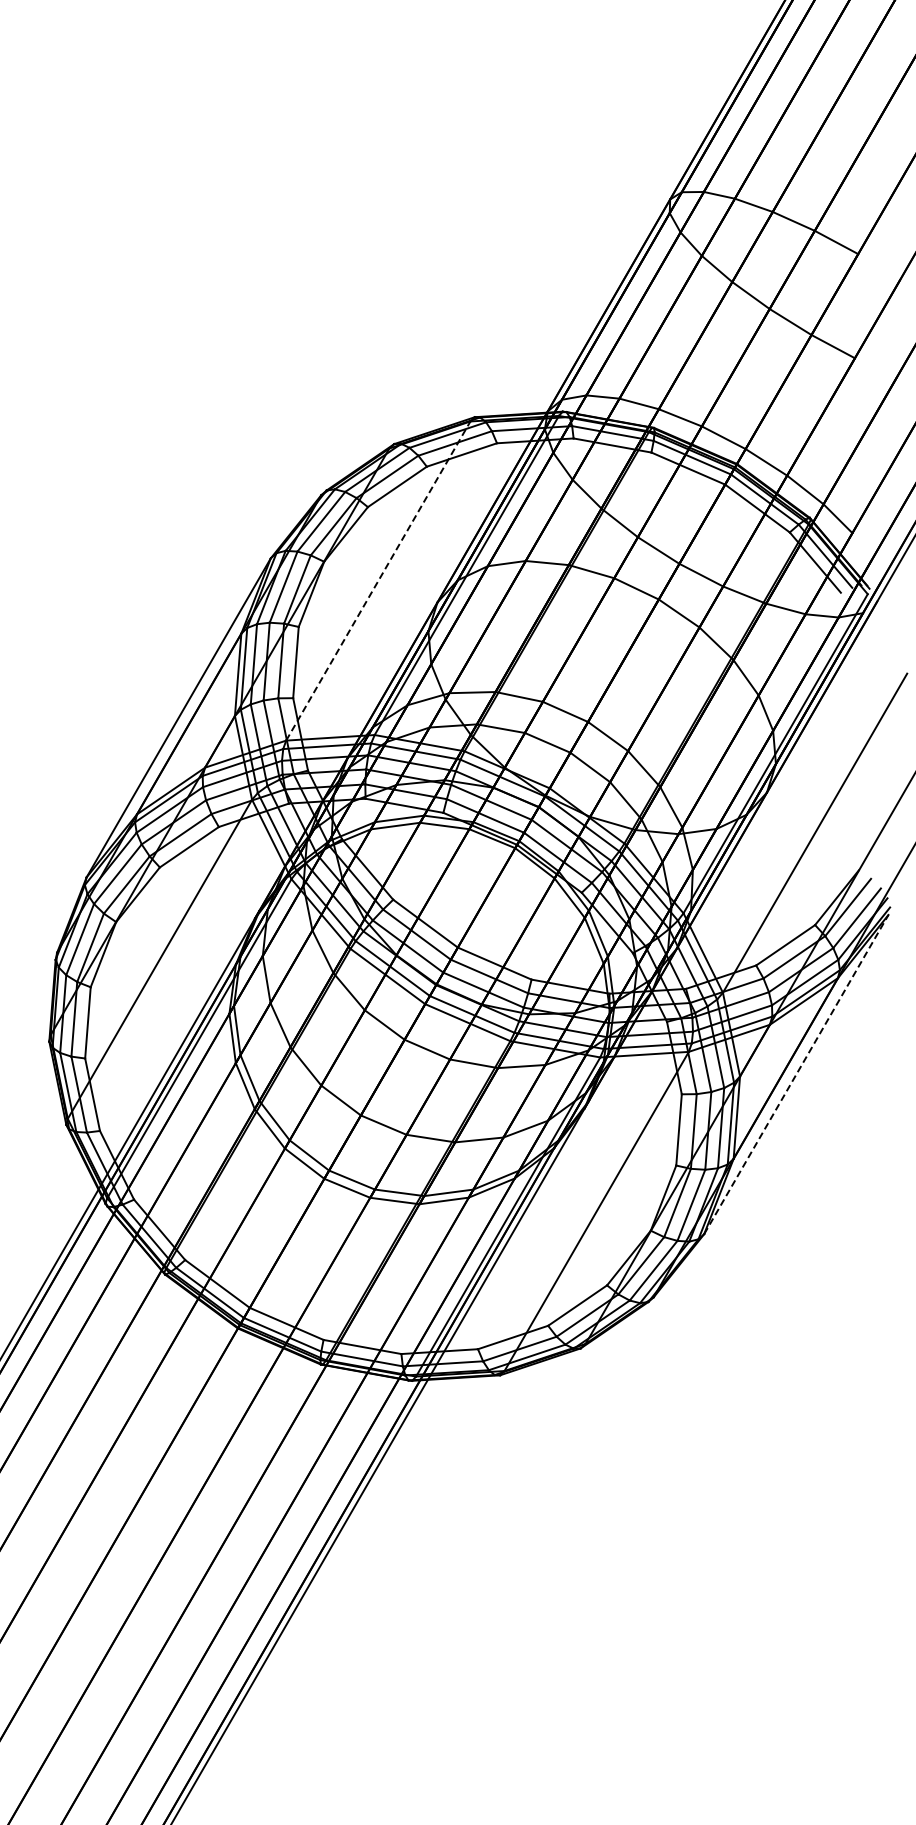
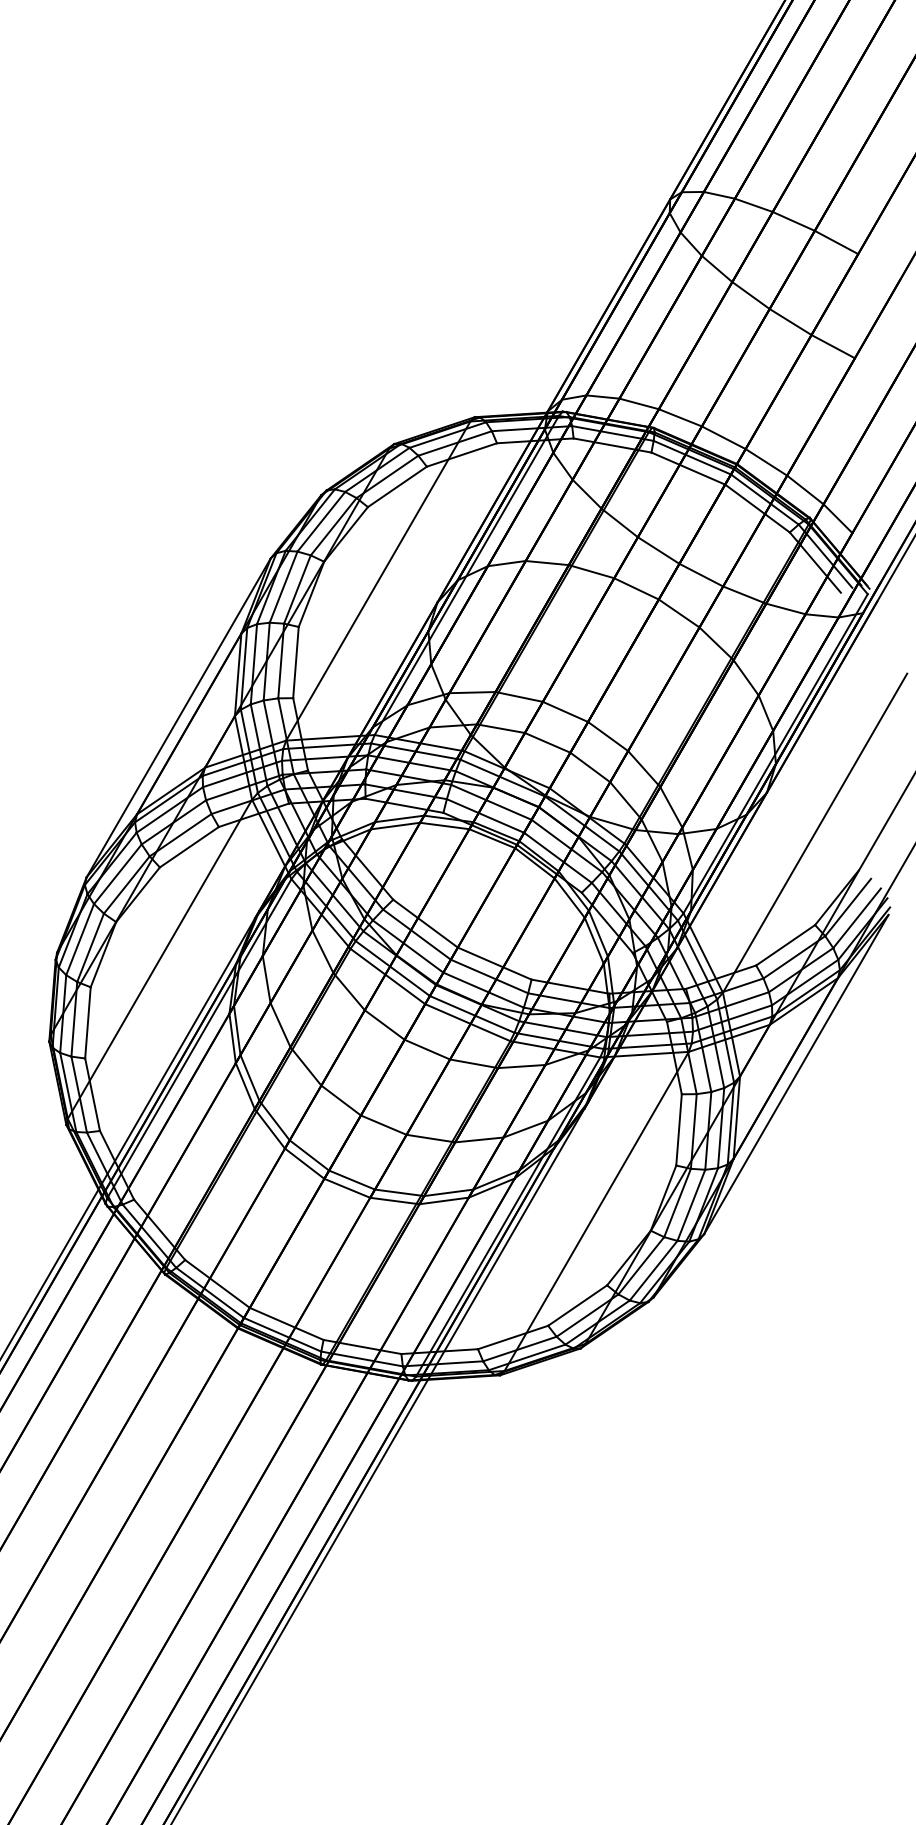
line at (378, 580): dashed -> solid
line at (796, 1074): dashed -> solid
